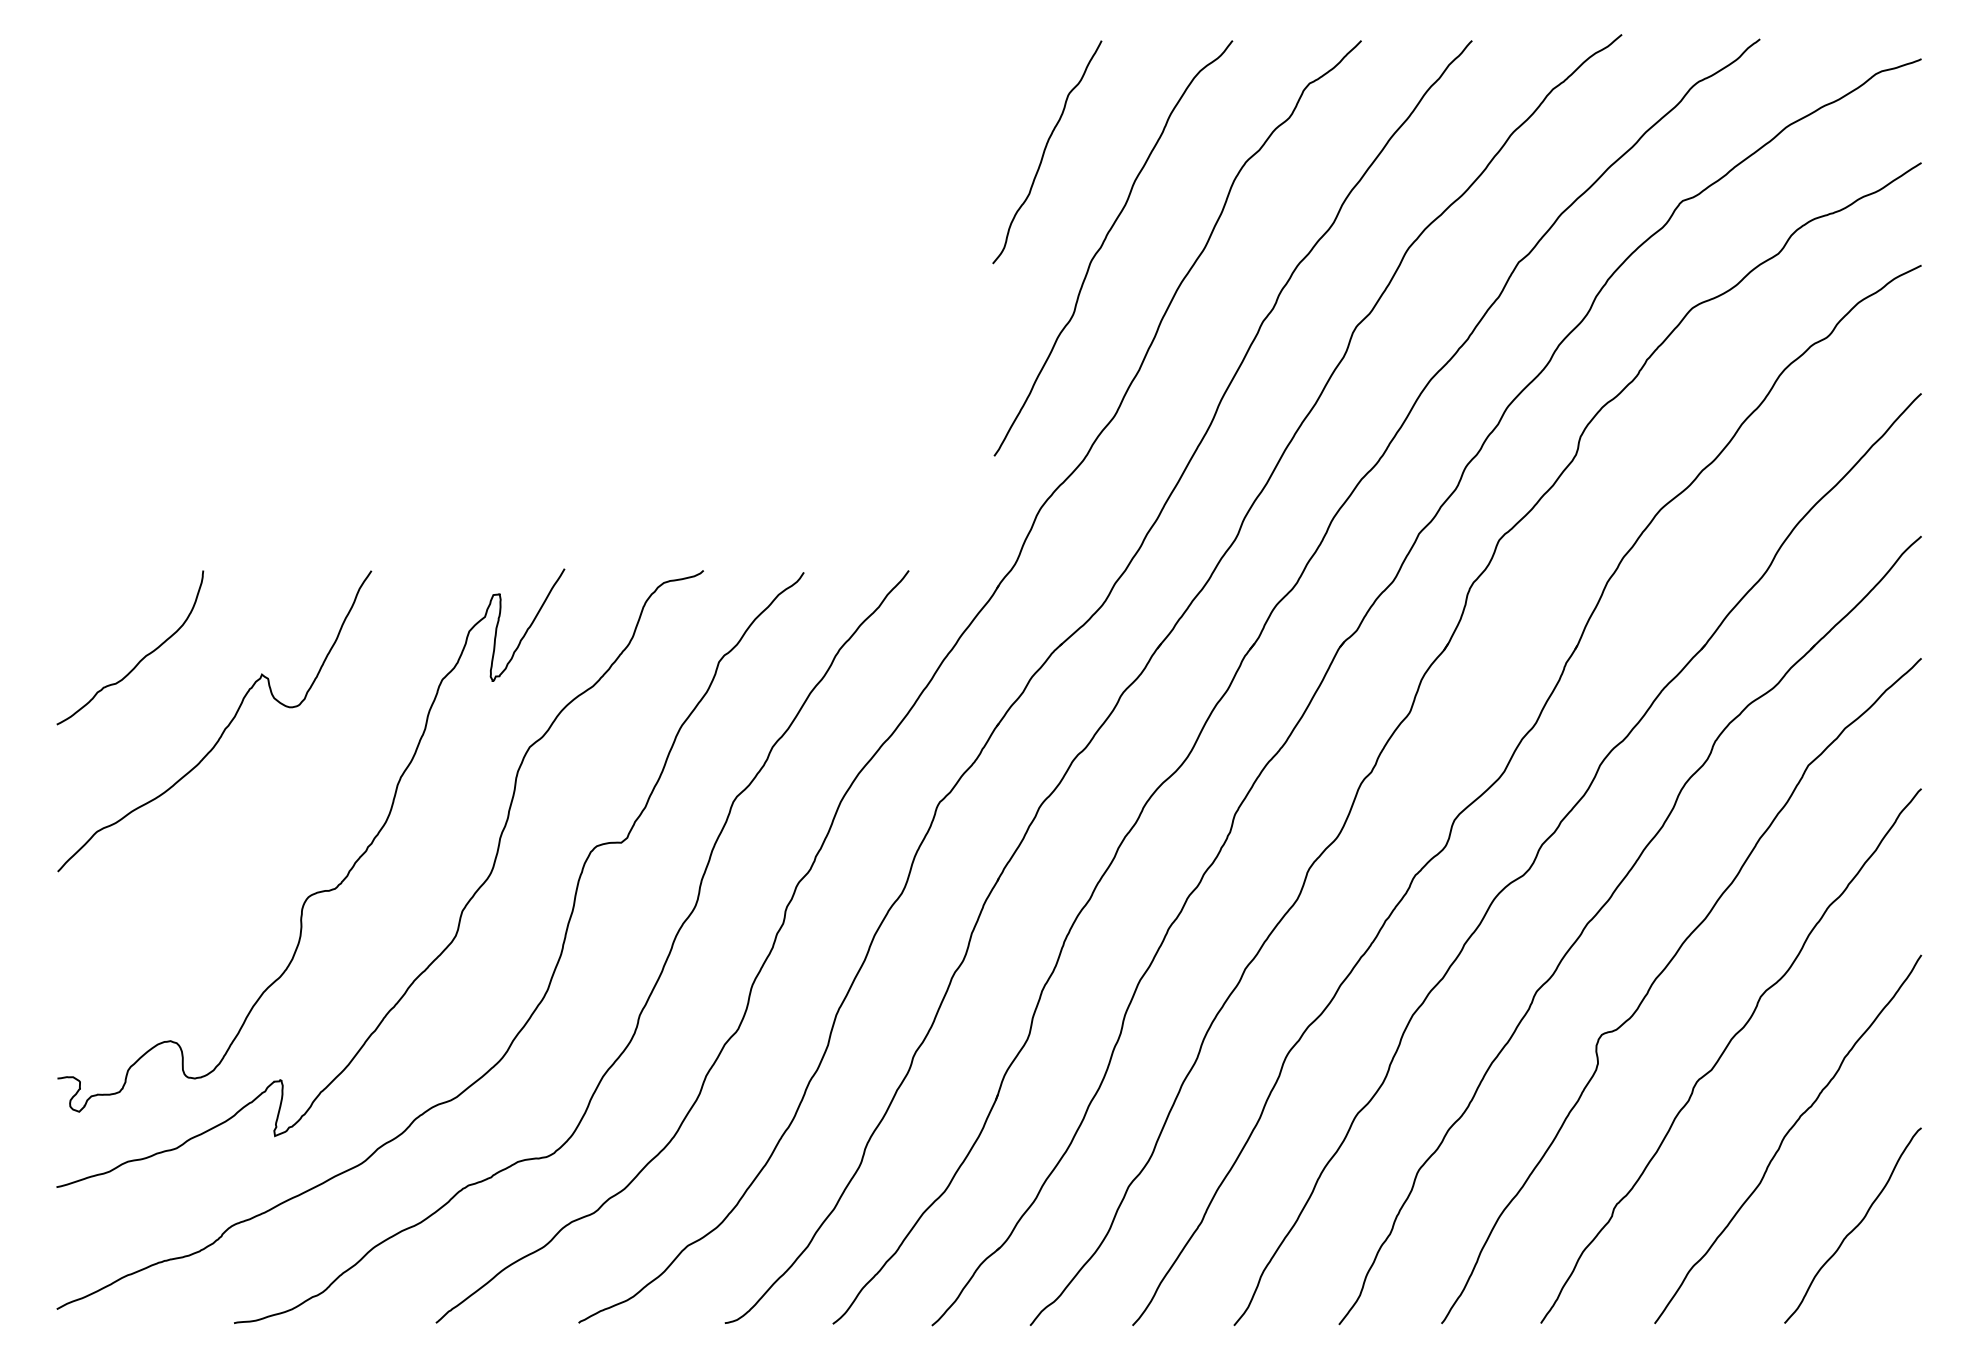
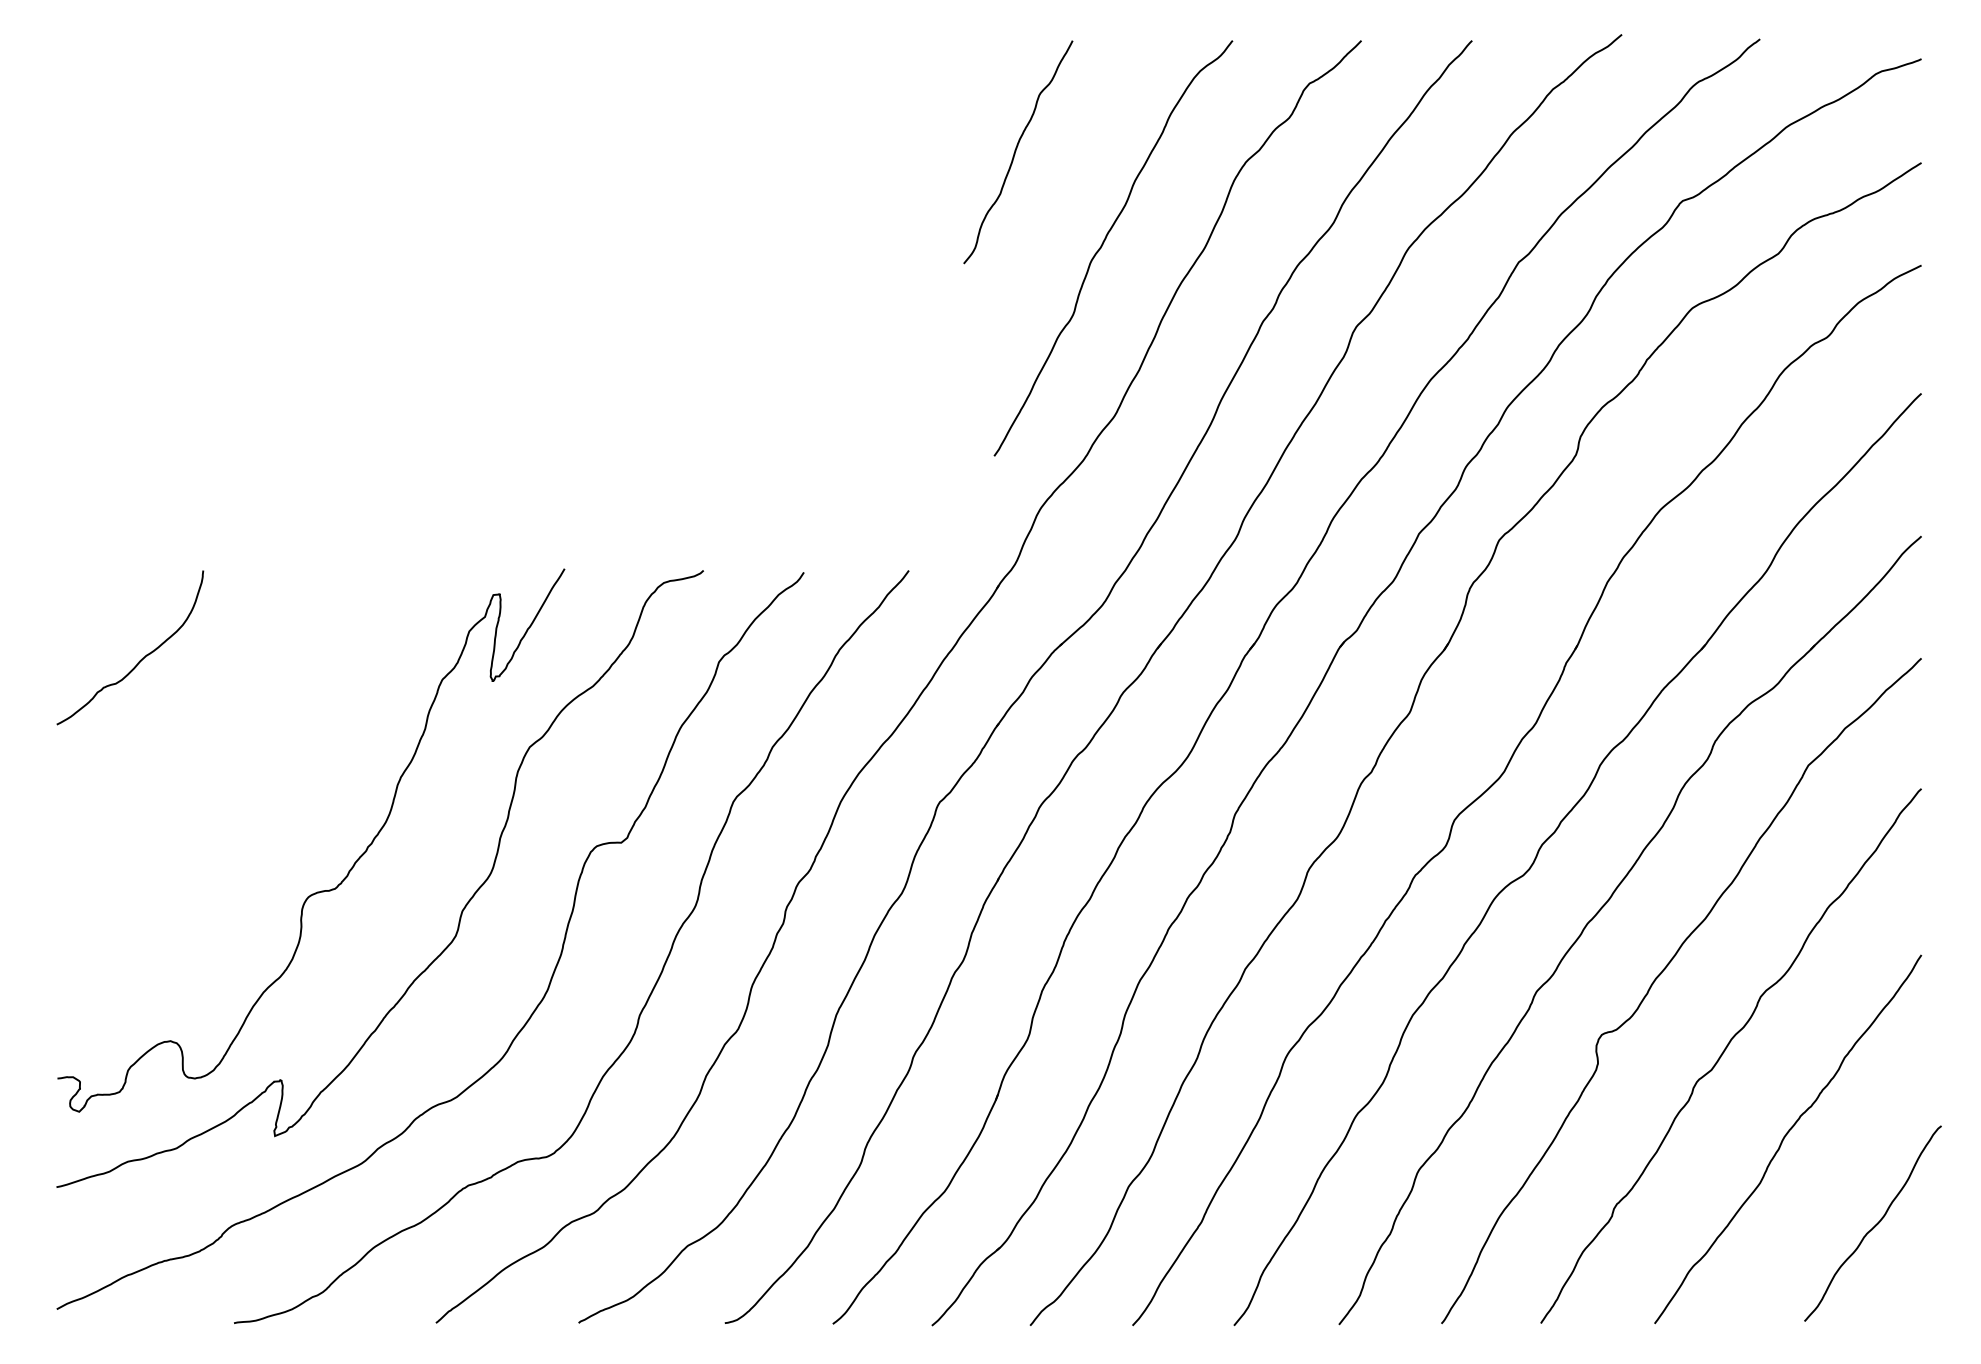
curve at (1045, 151) position: (1045, 151) -> (1016, 151)
curve at (224, 728): present -> none
curve at (1854, 1227) position: (1854, 1227) -> (1874, 1225)
